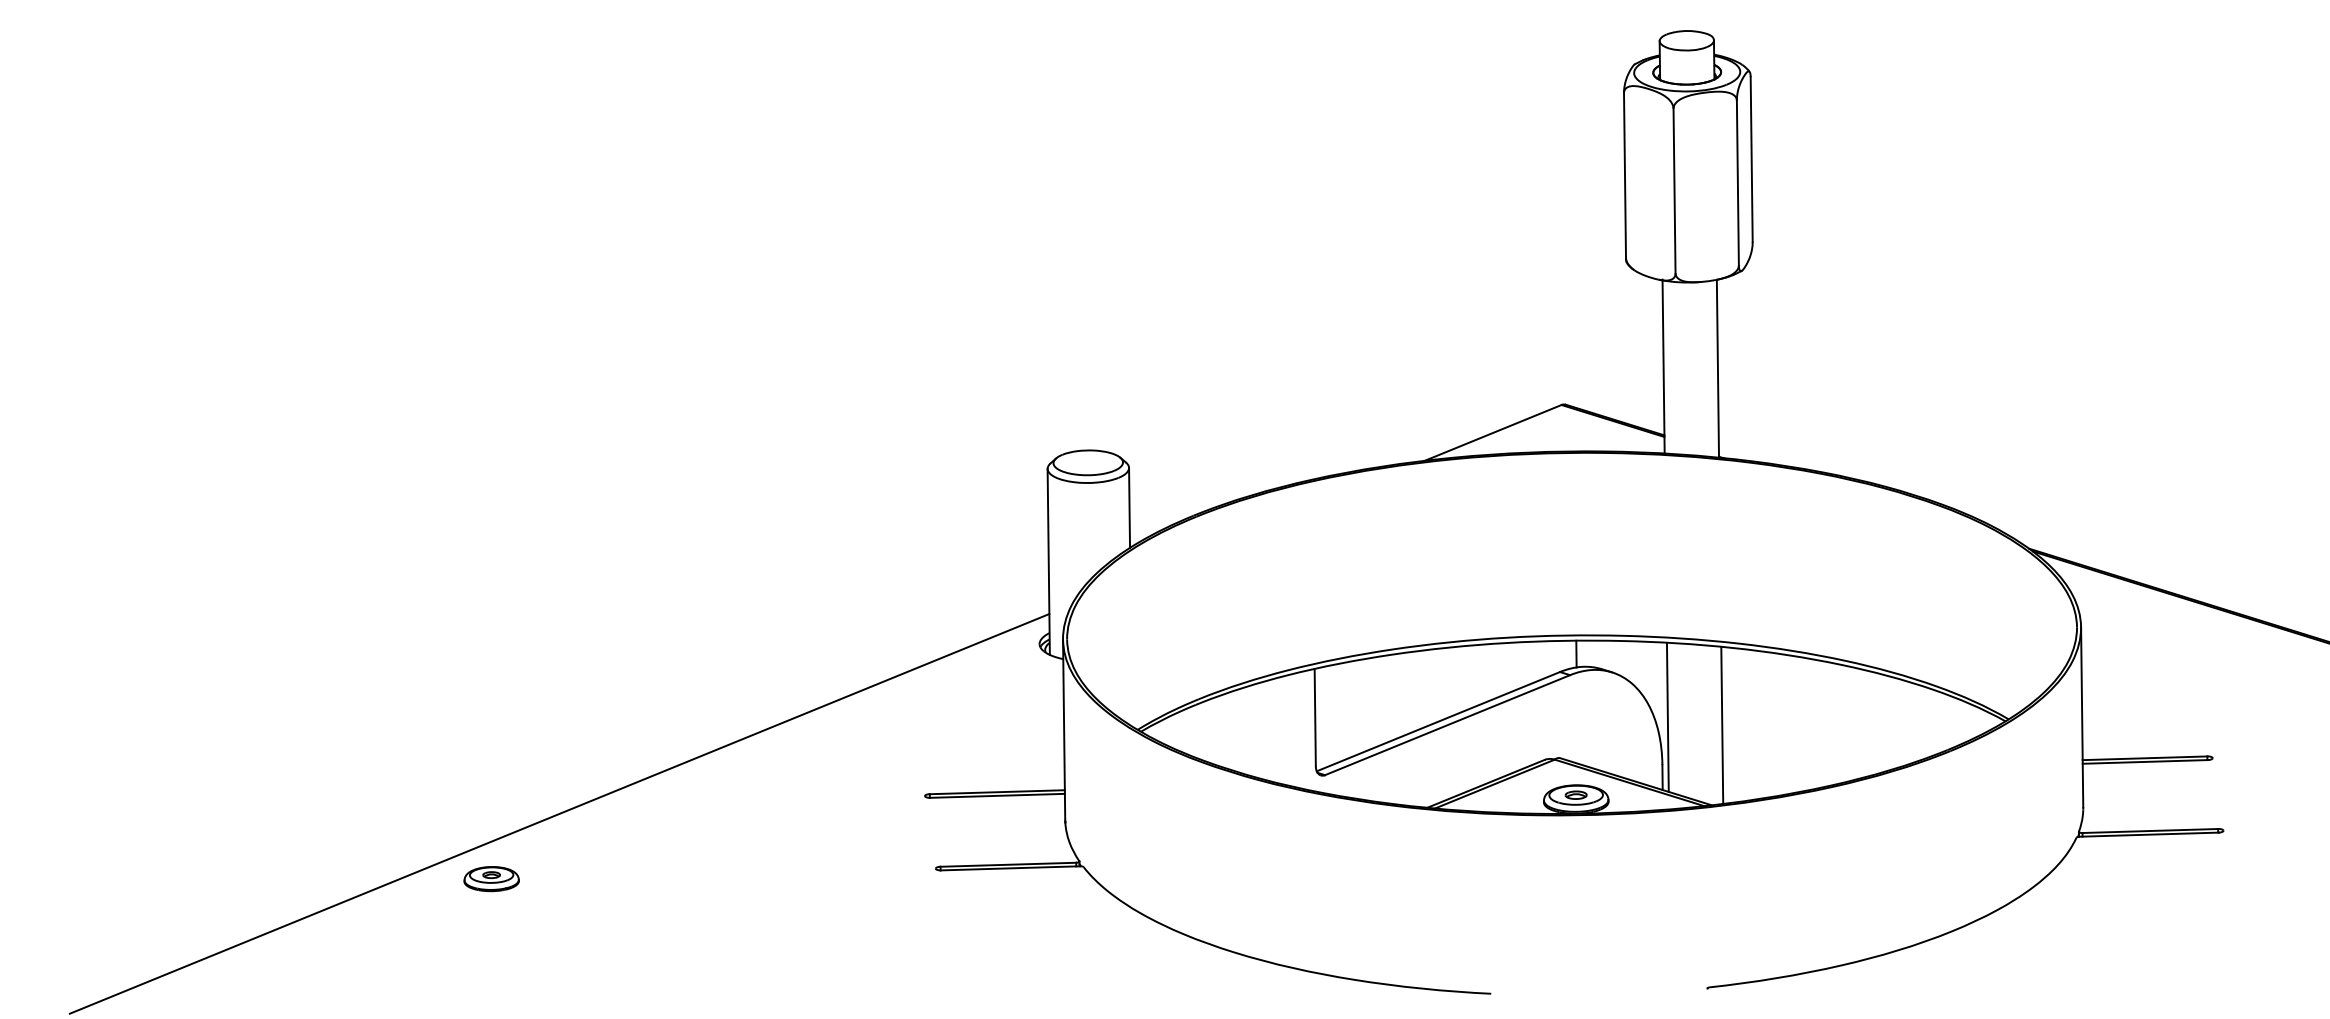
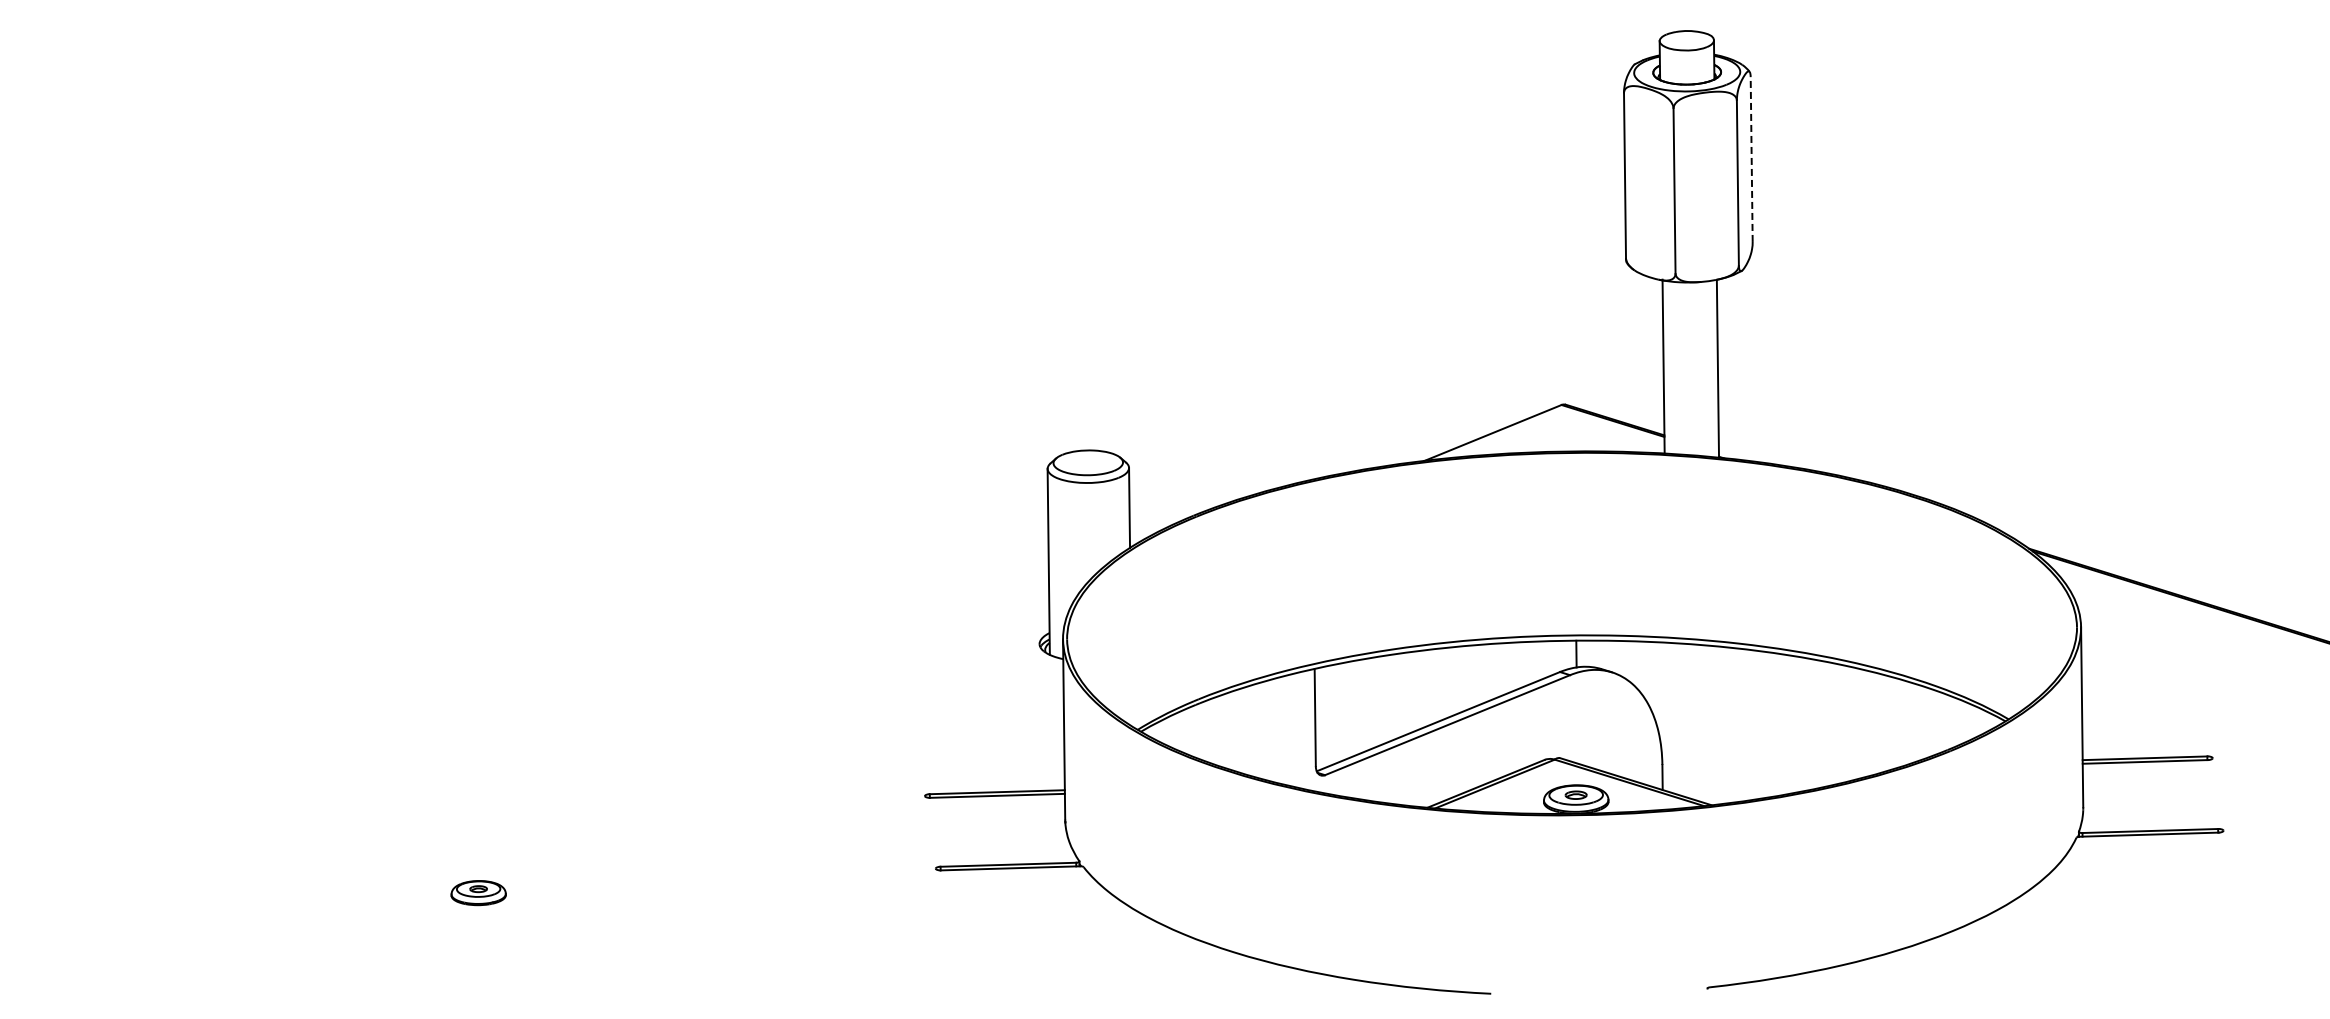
line at (1751, 159): solid -> dashed
line at (1667, 717): present -> none
line at (1722, 724): present -> none
line at (559, 813): present -> none
part at (491, 879) position: (491, 879) -> (478, 893)
